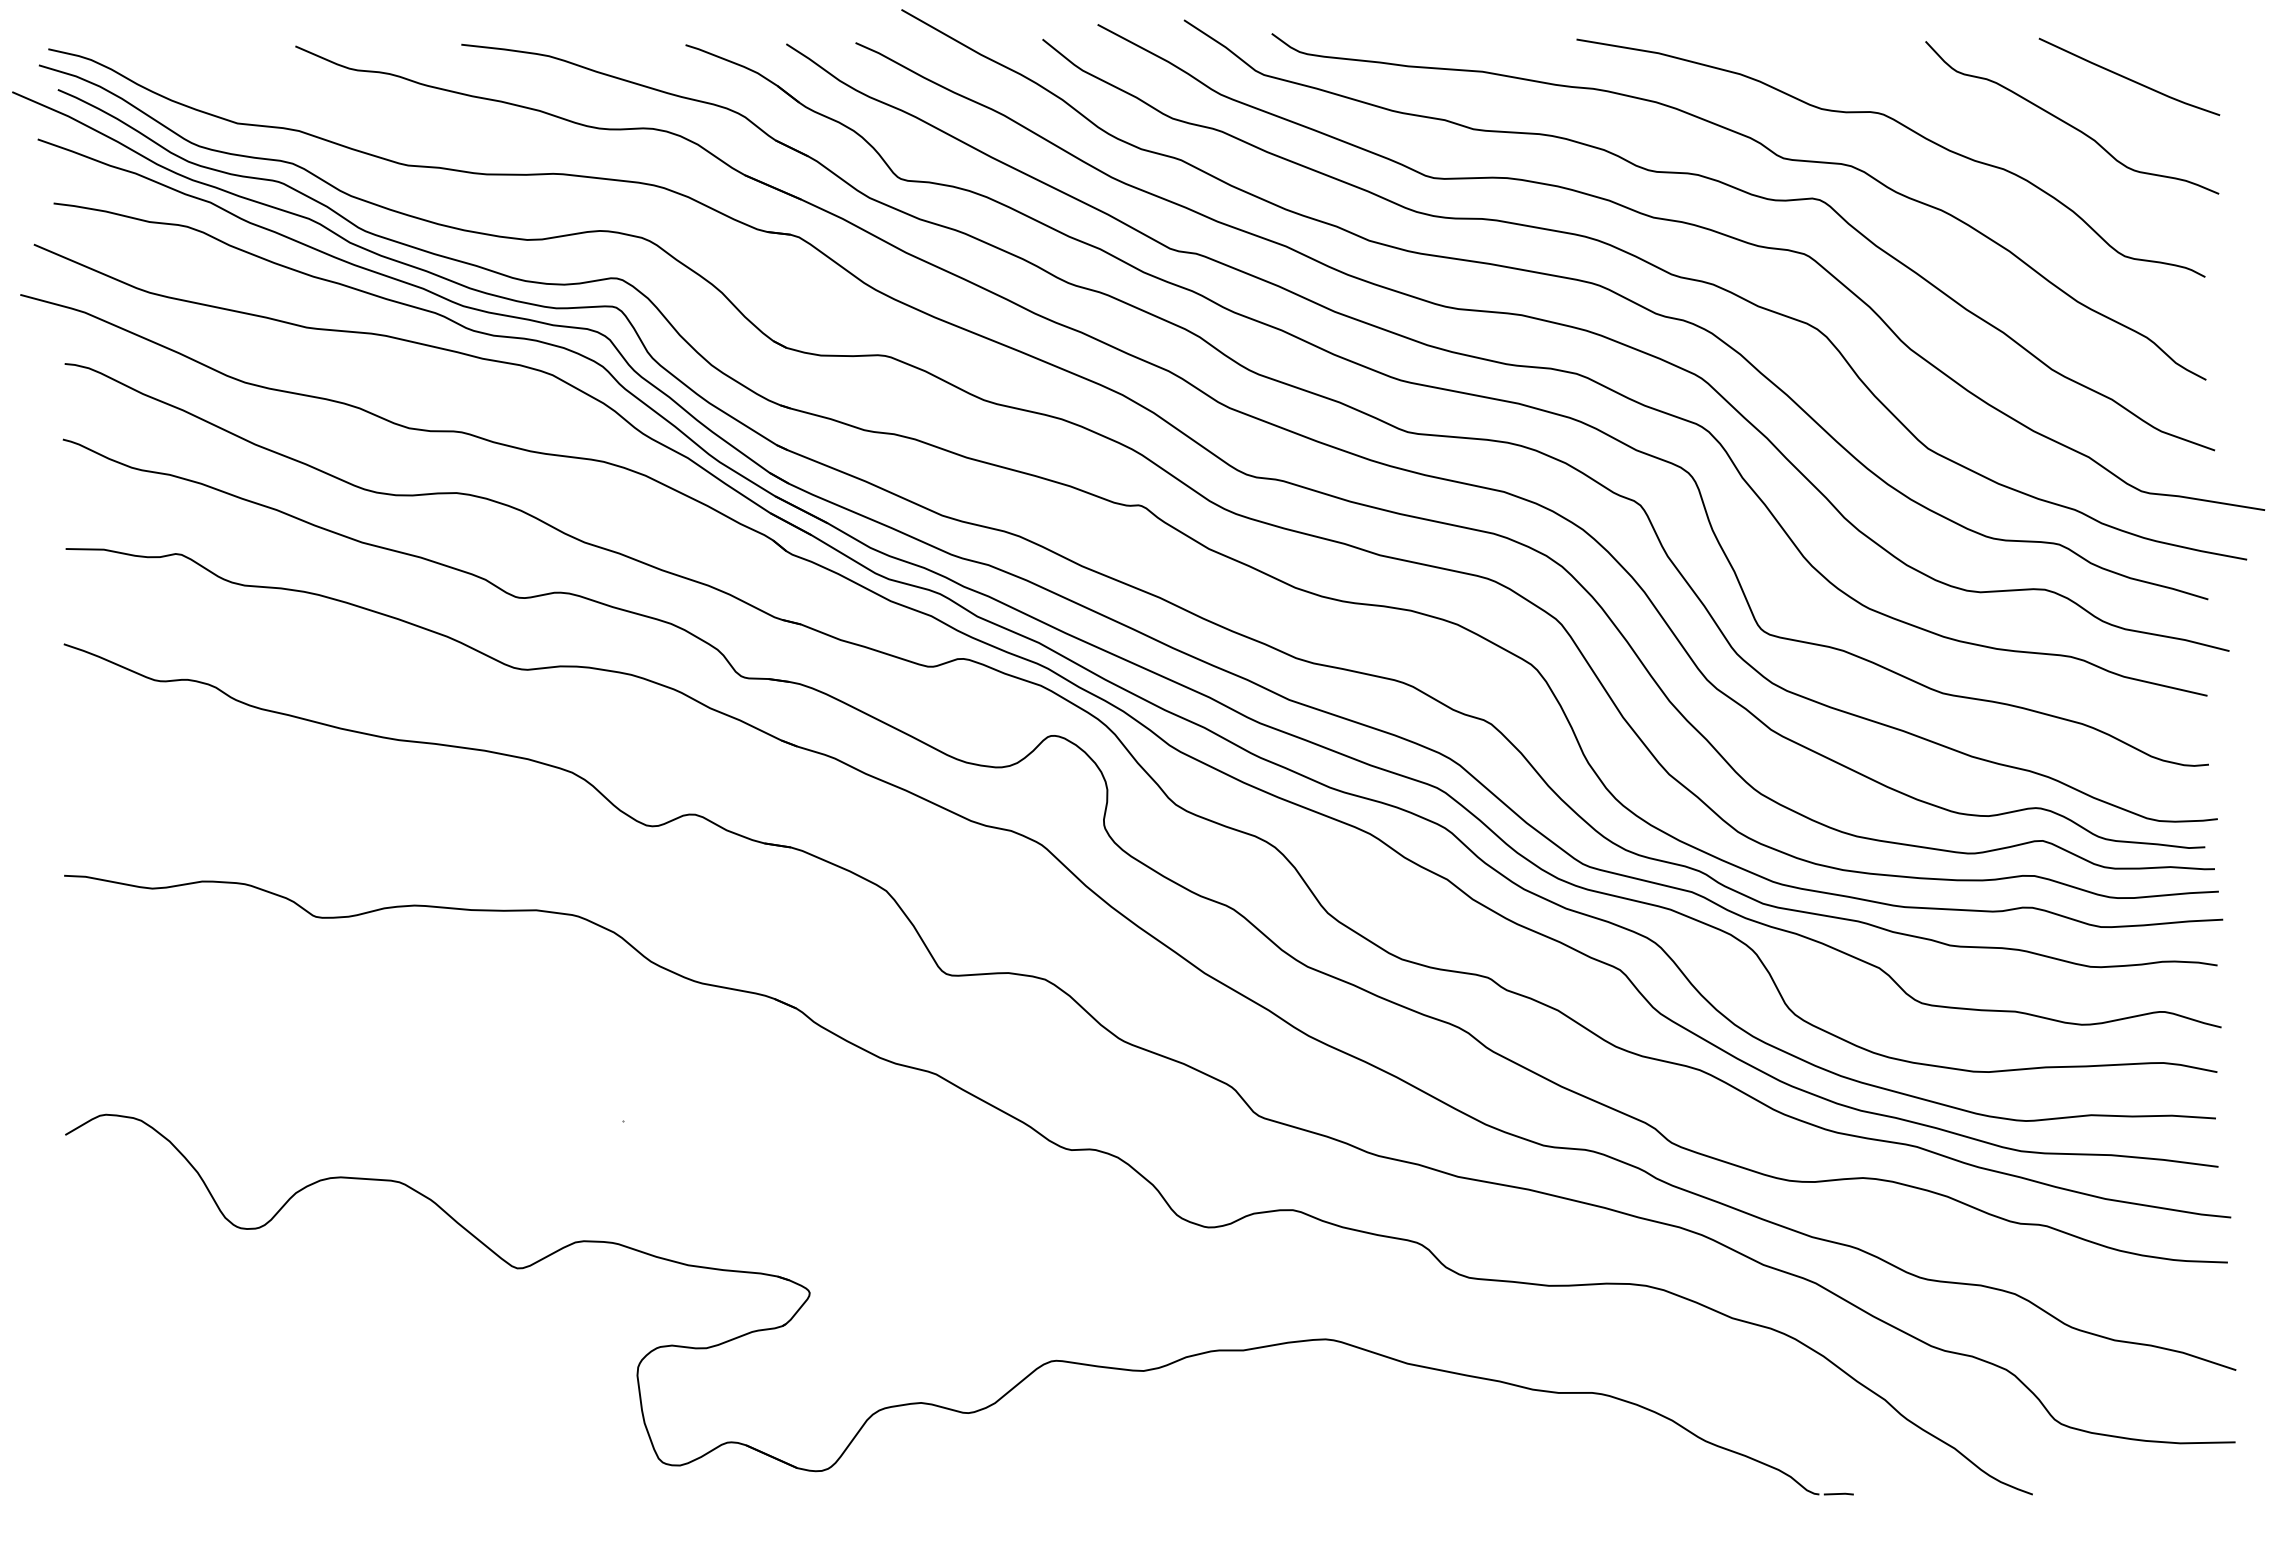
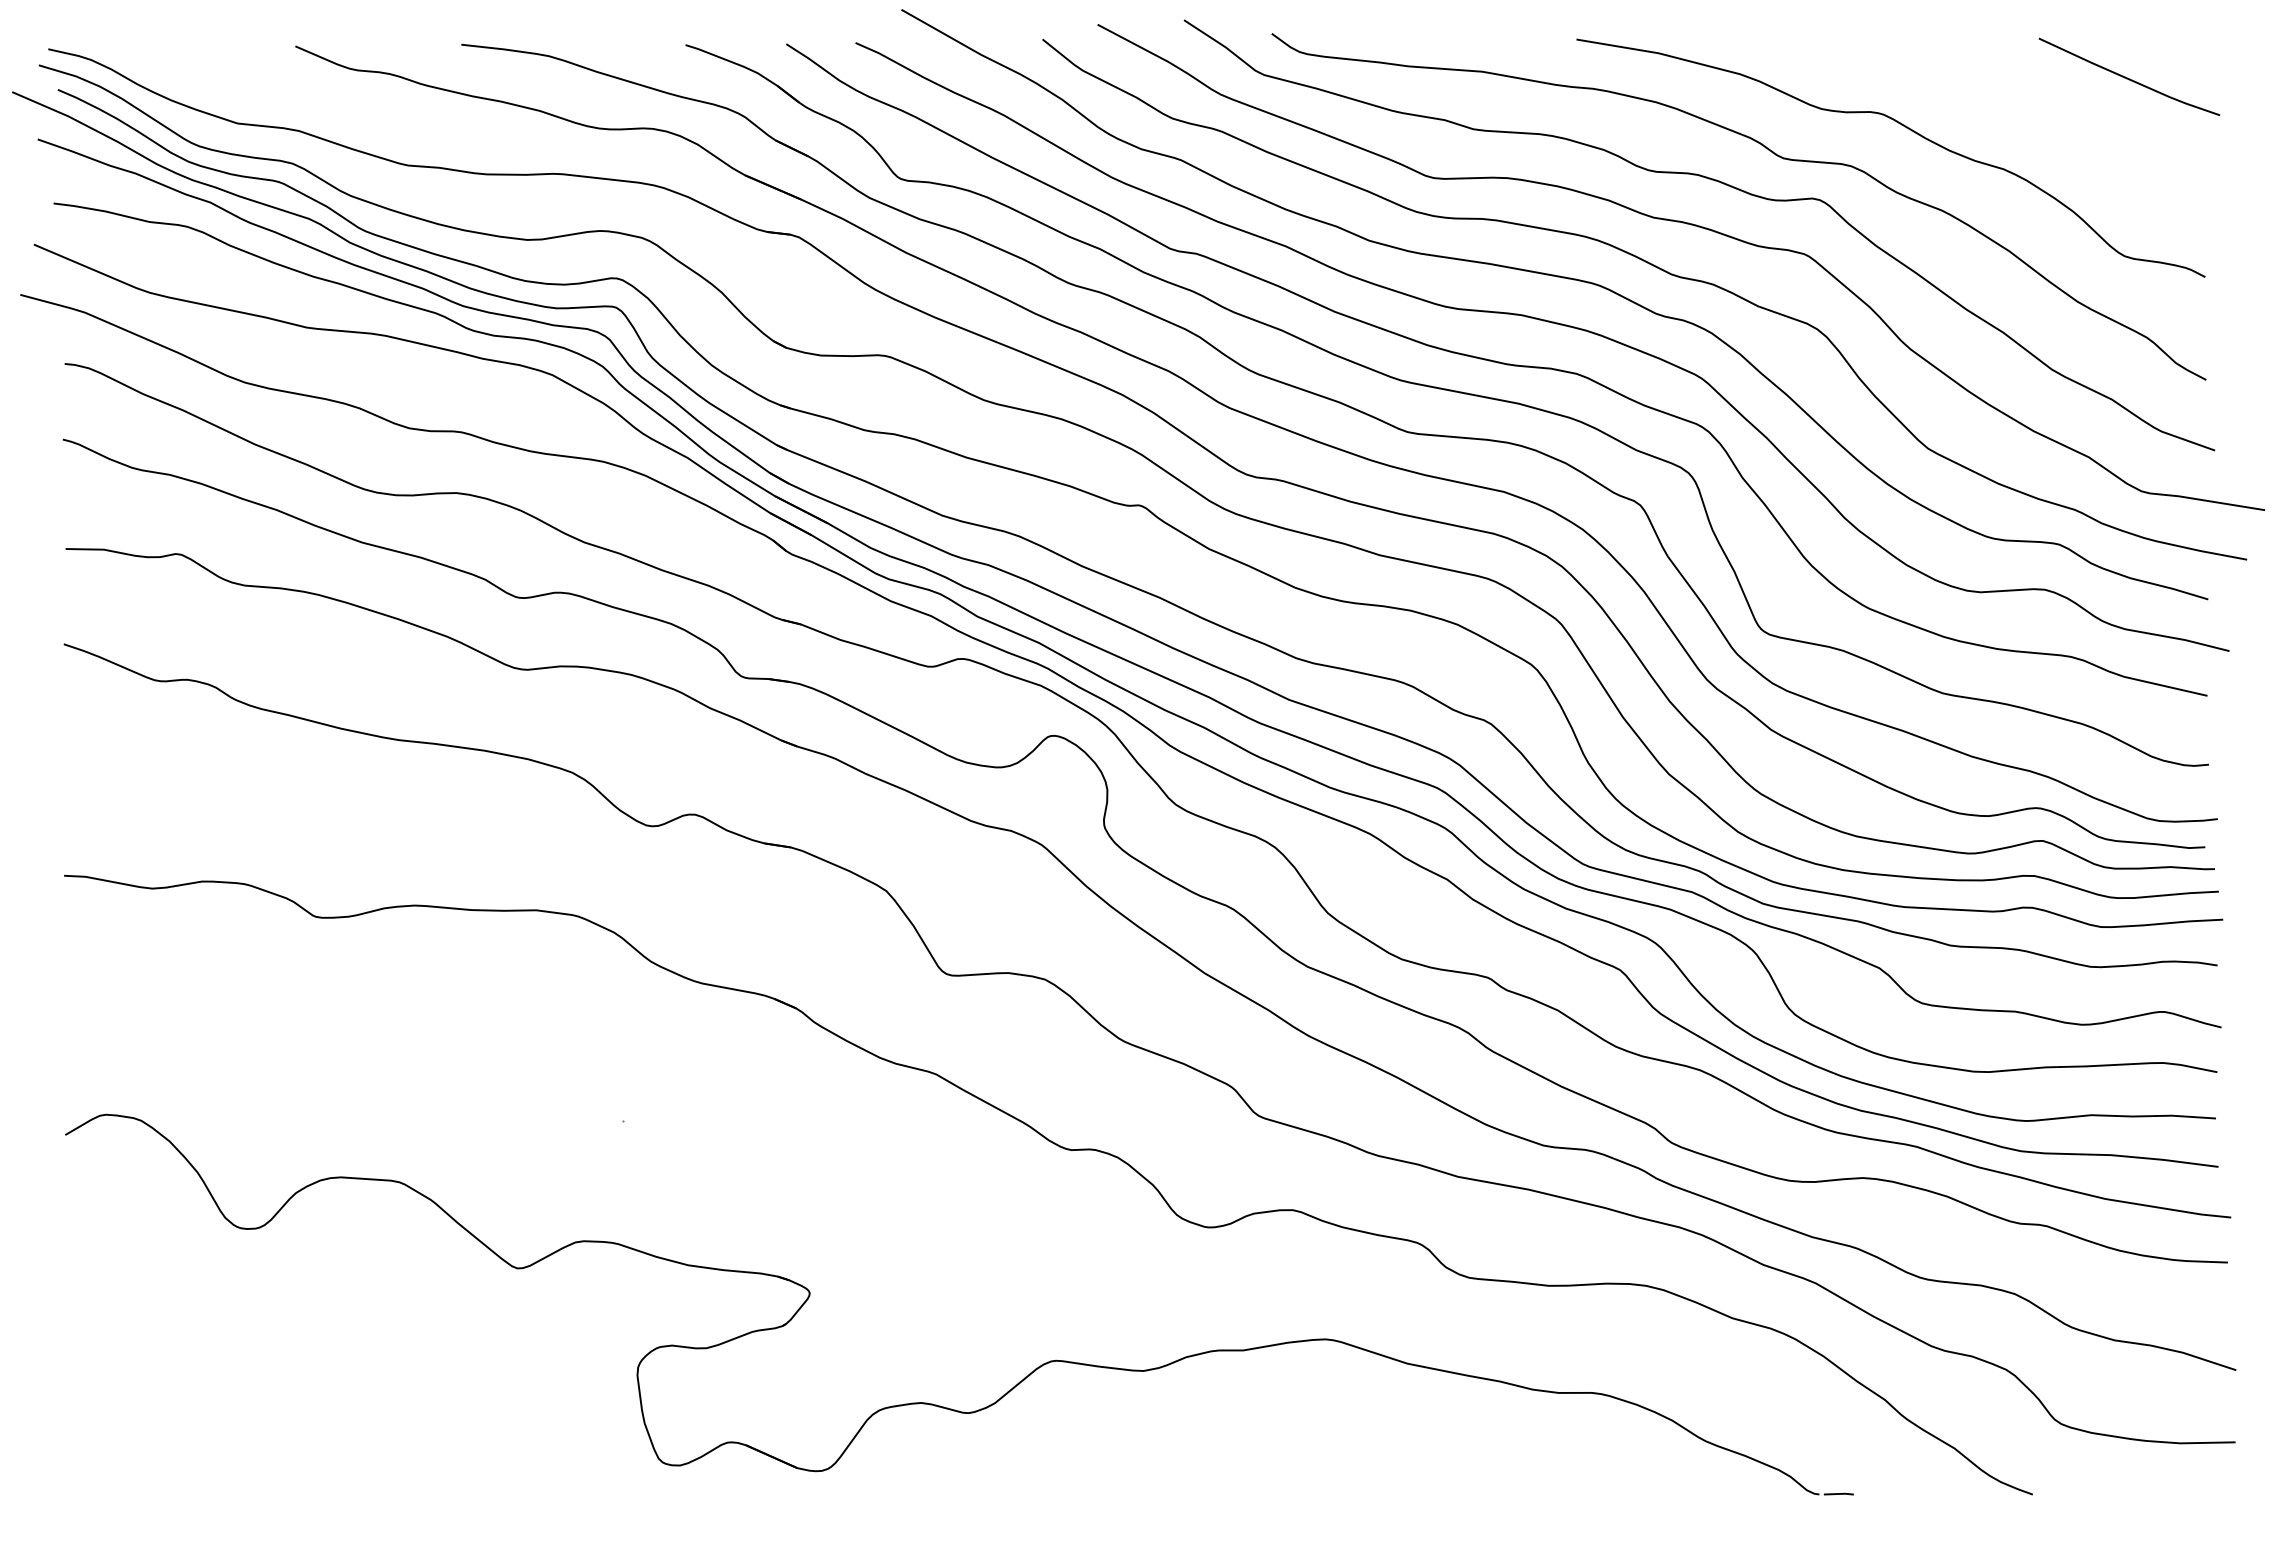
curve at (2069, 123): present -> none
